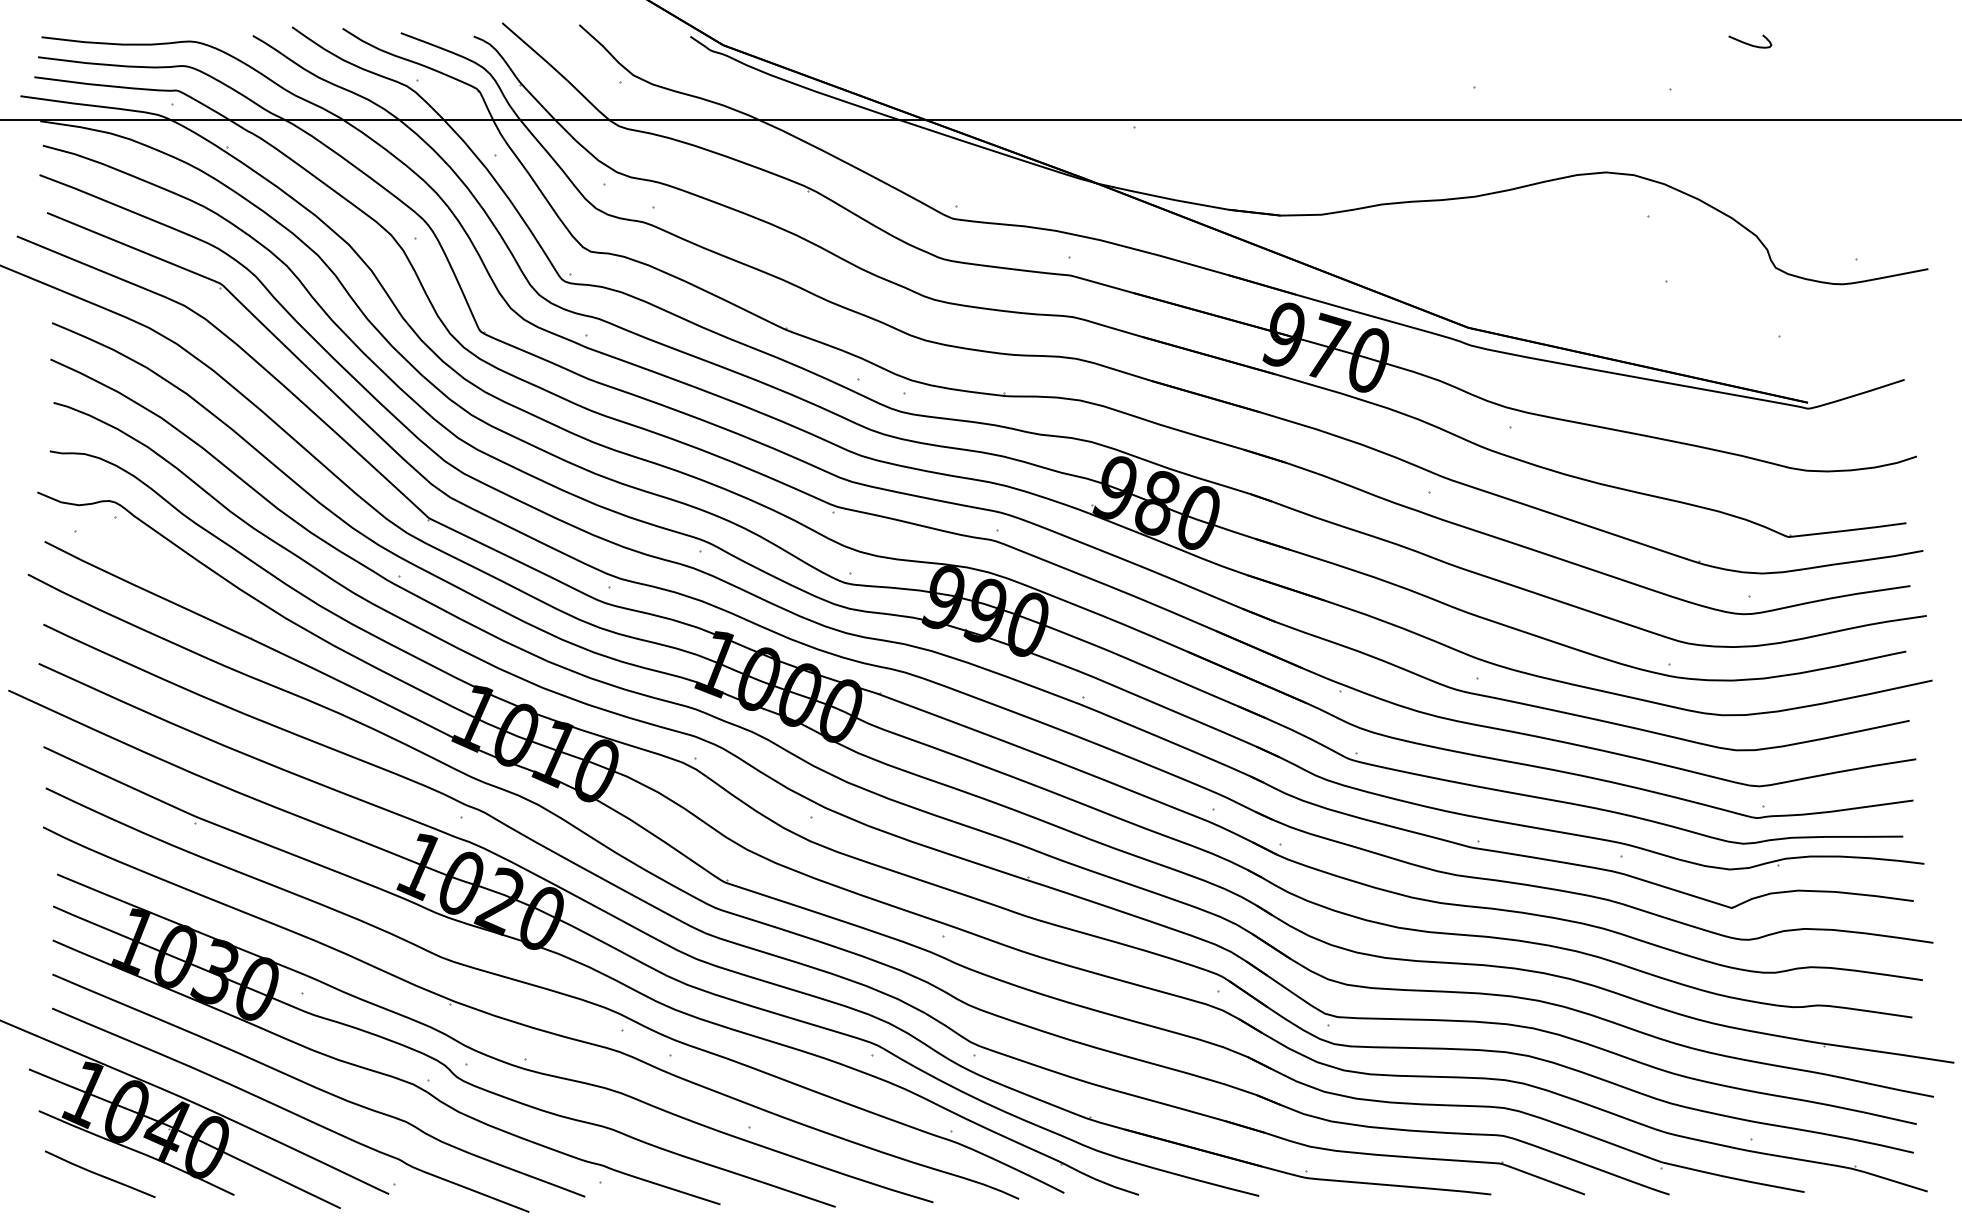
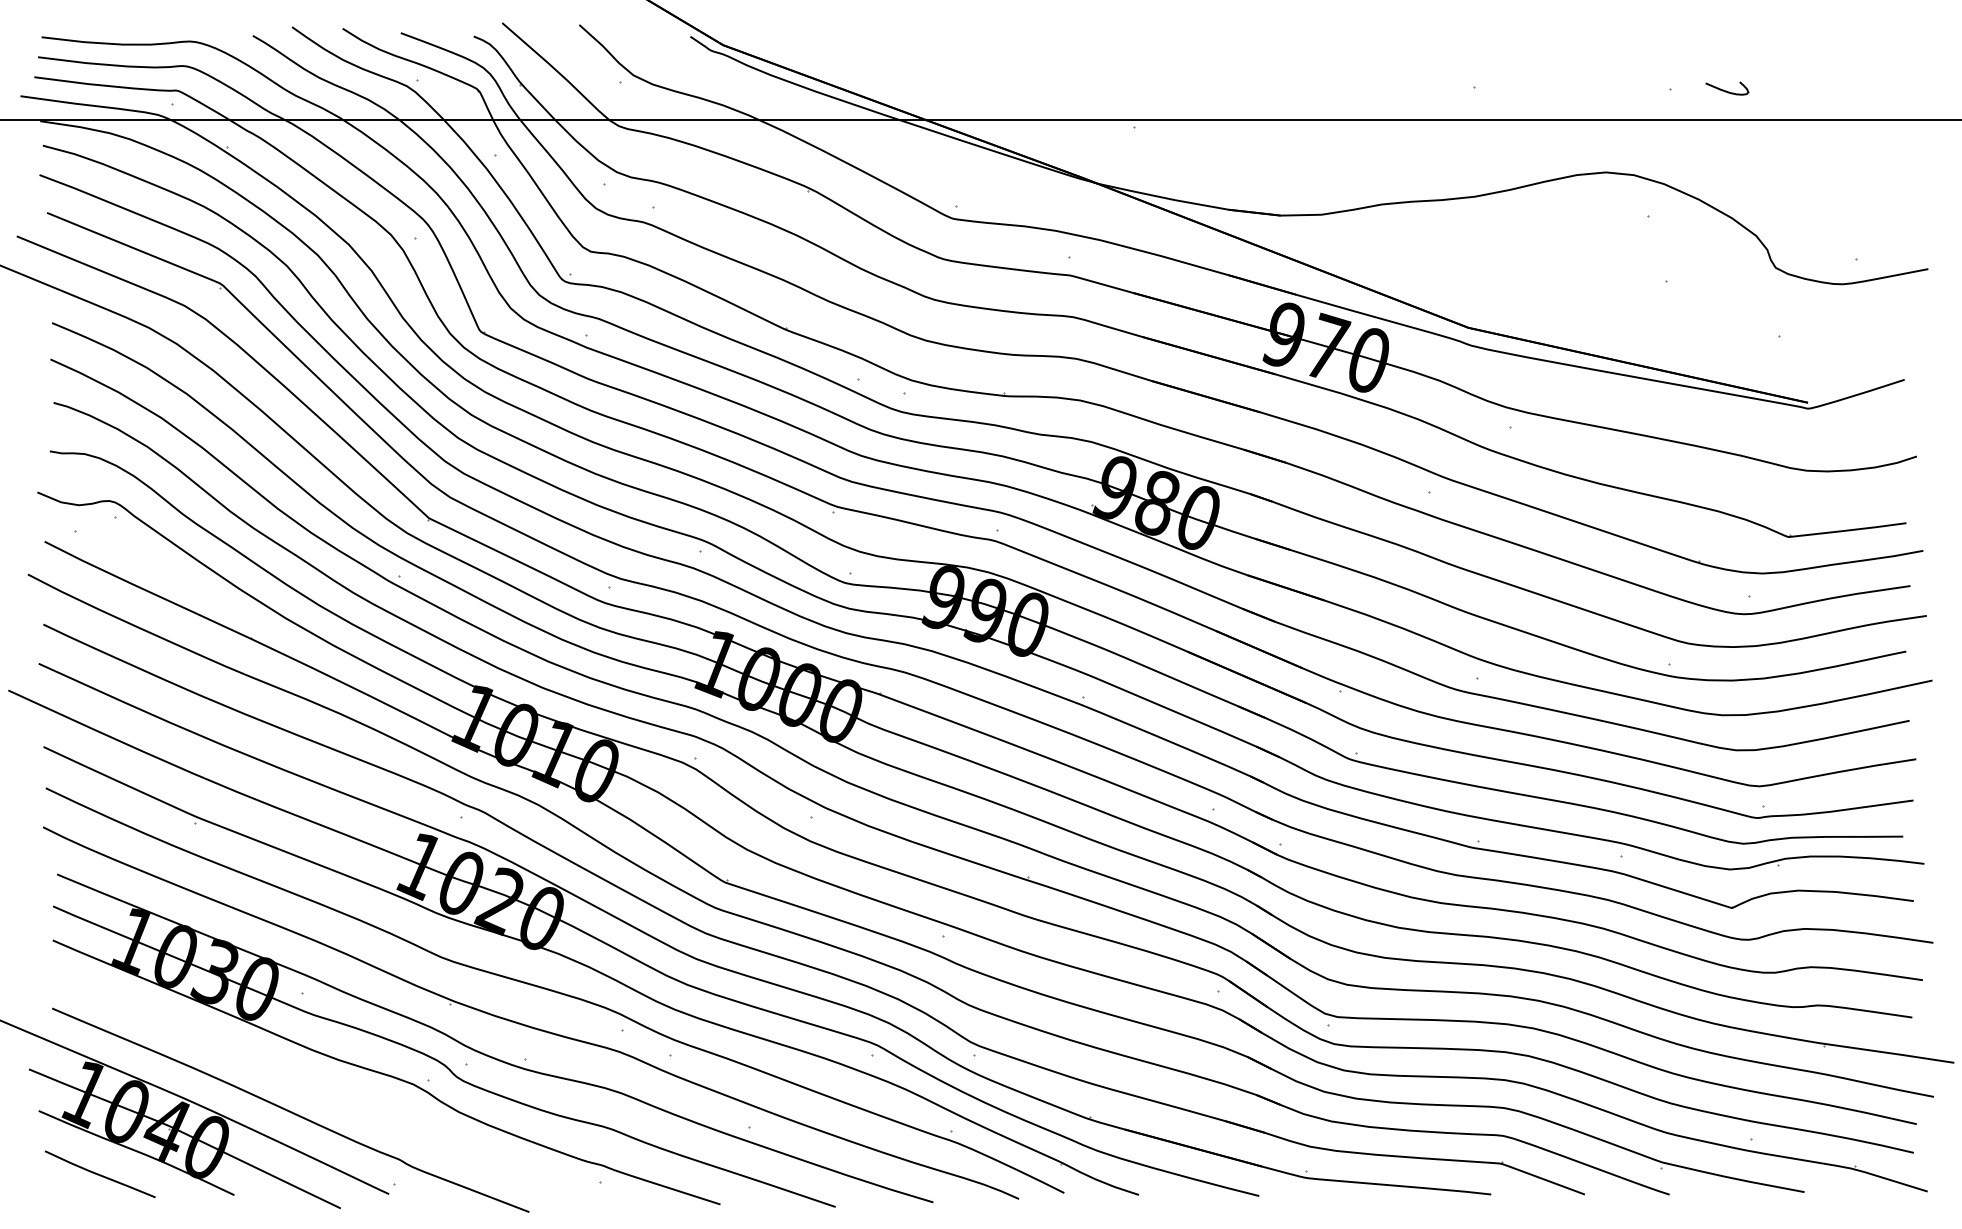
curve at (1749, 43) position: (1749, 43) -> (1726, 90)
curve at (318, 1087): present -> none
